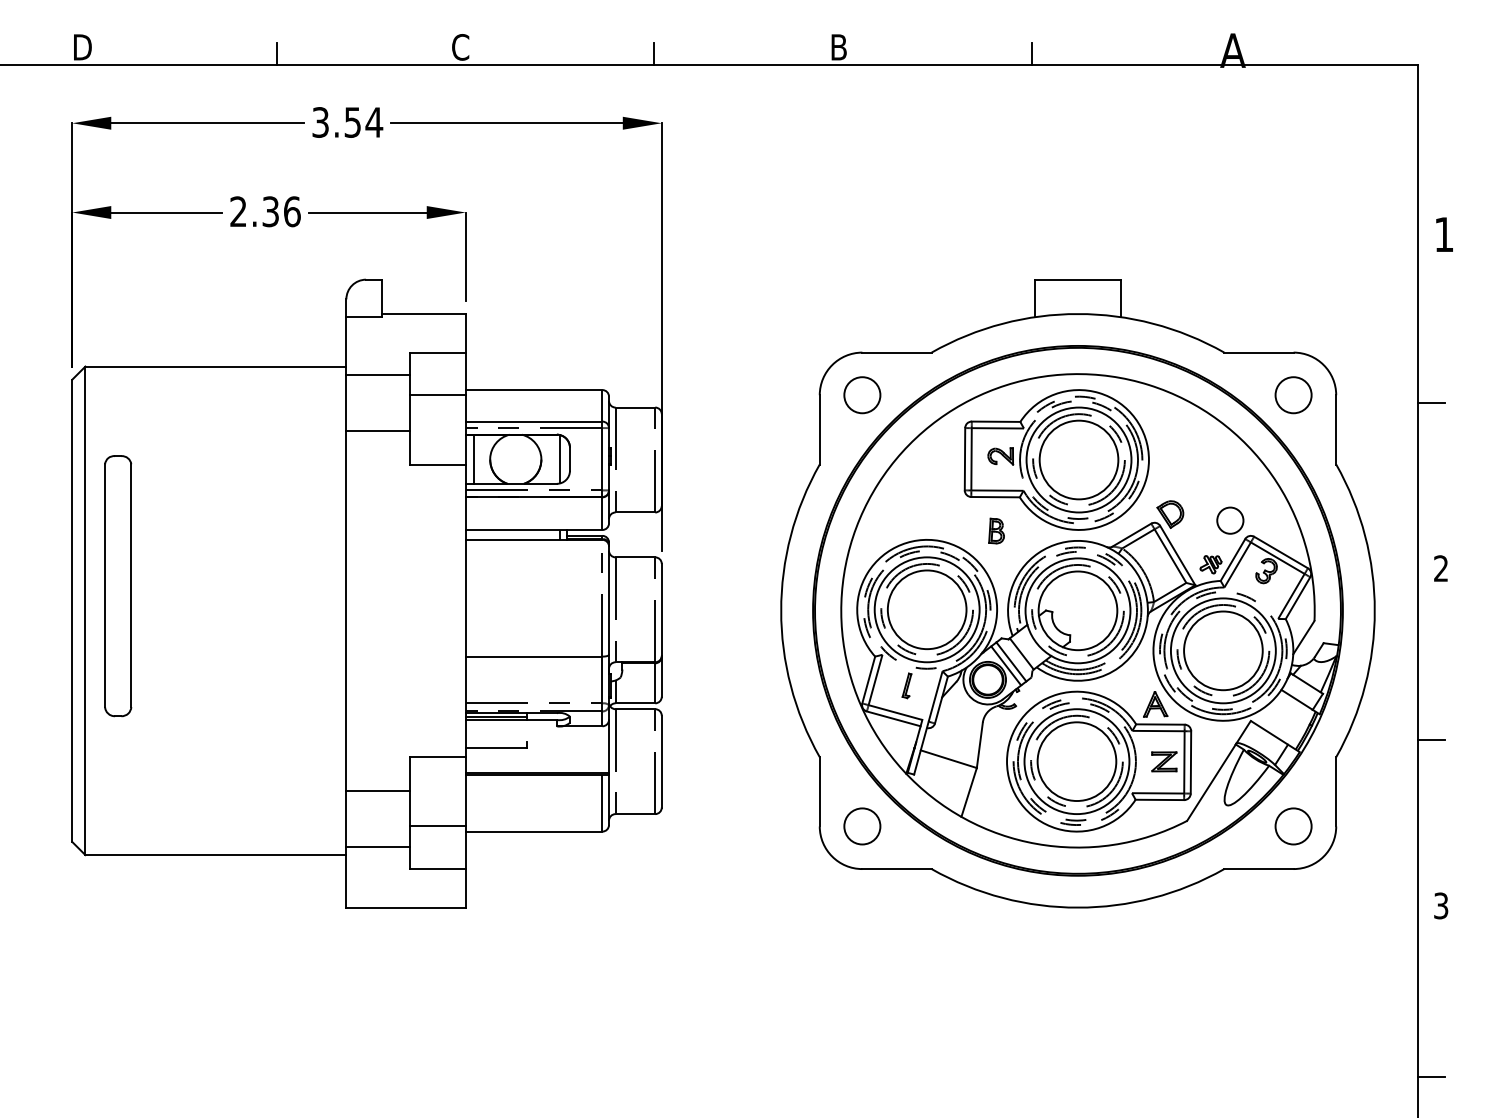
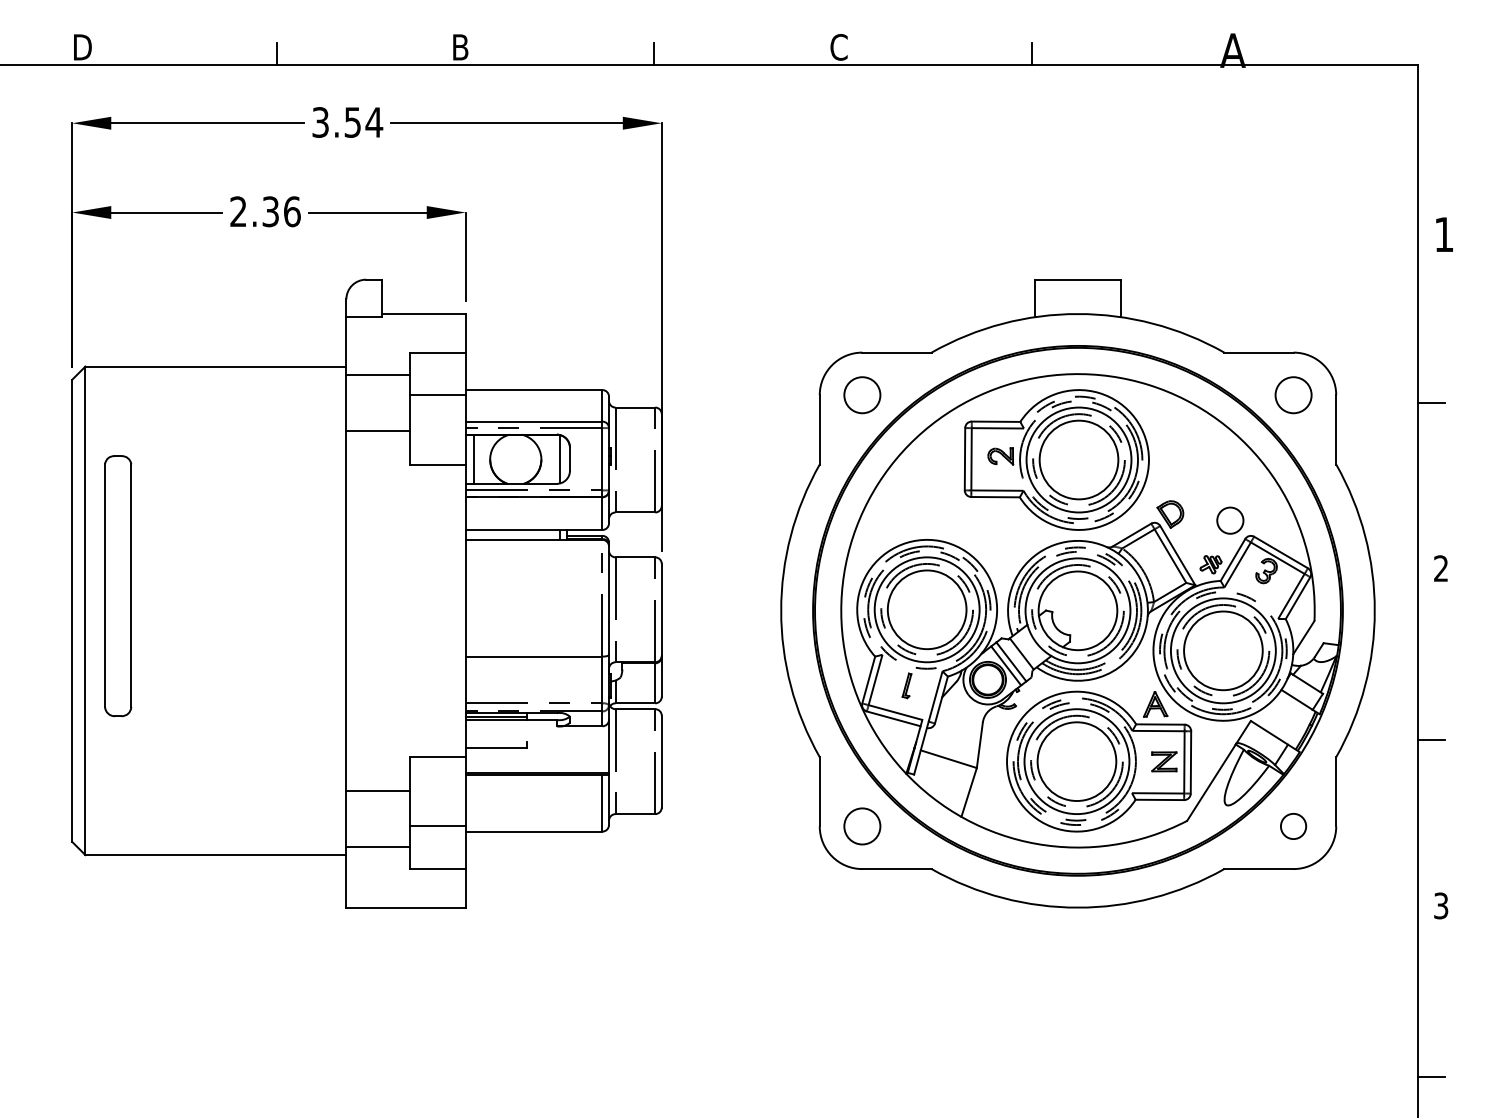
text at (460, 47): C -> B
text at (838, 47): B -> C
part at (996, 530): present -> none
circle at (1293, 826) size: 39x39 px -> 28x27 px
